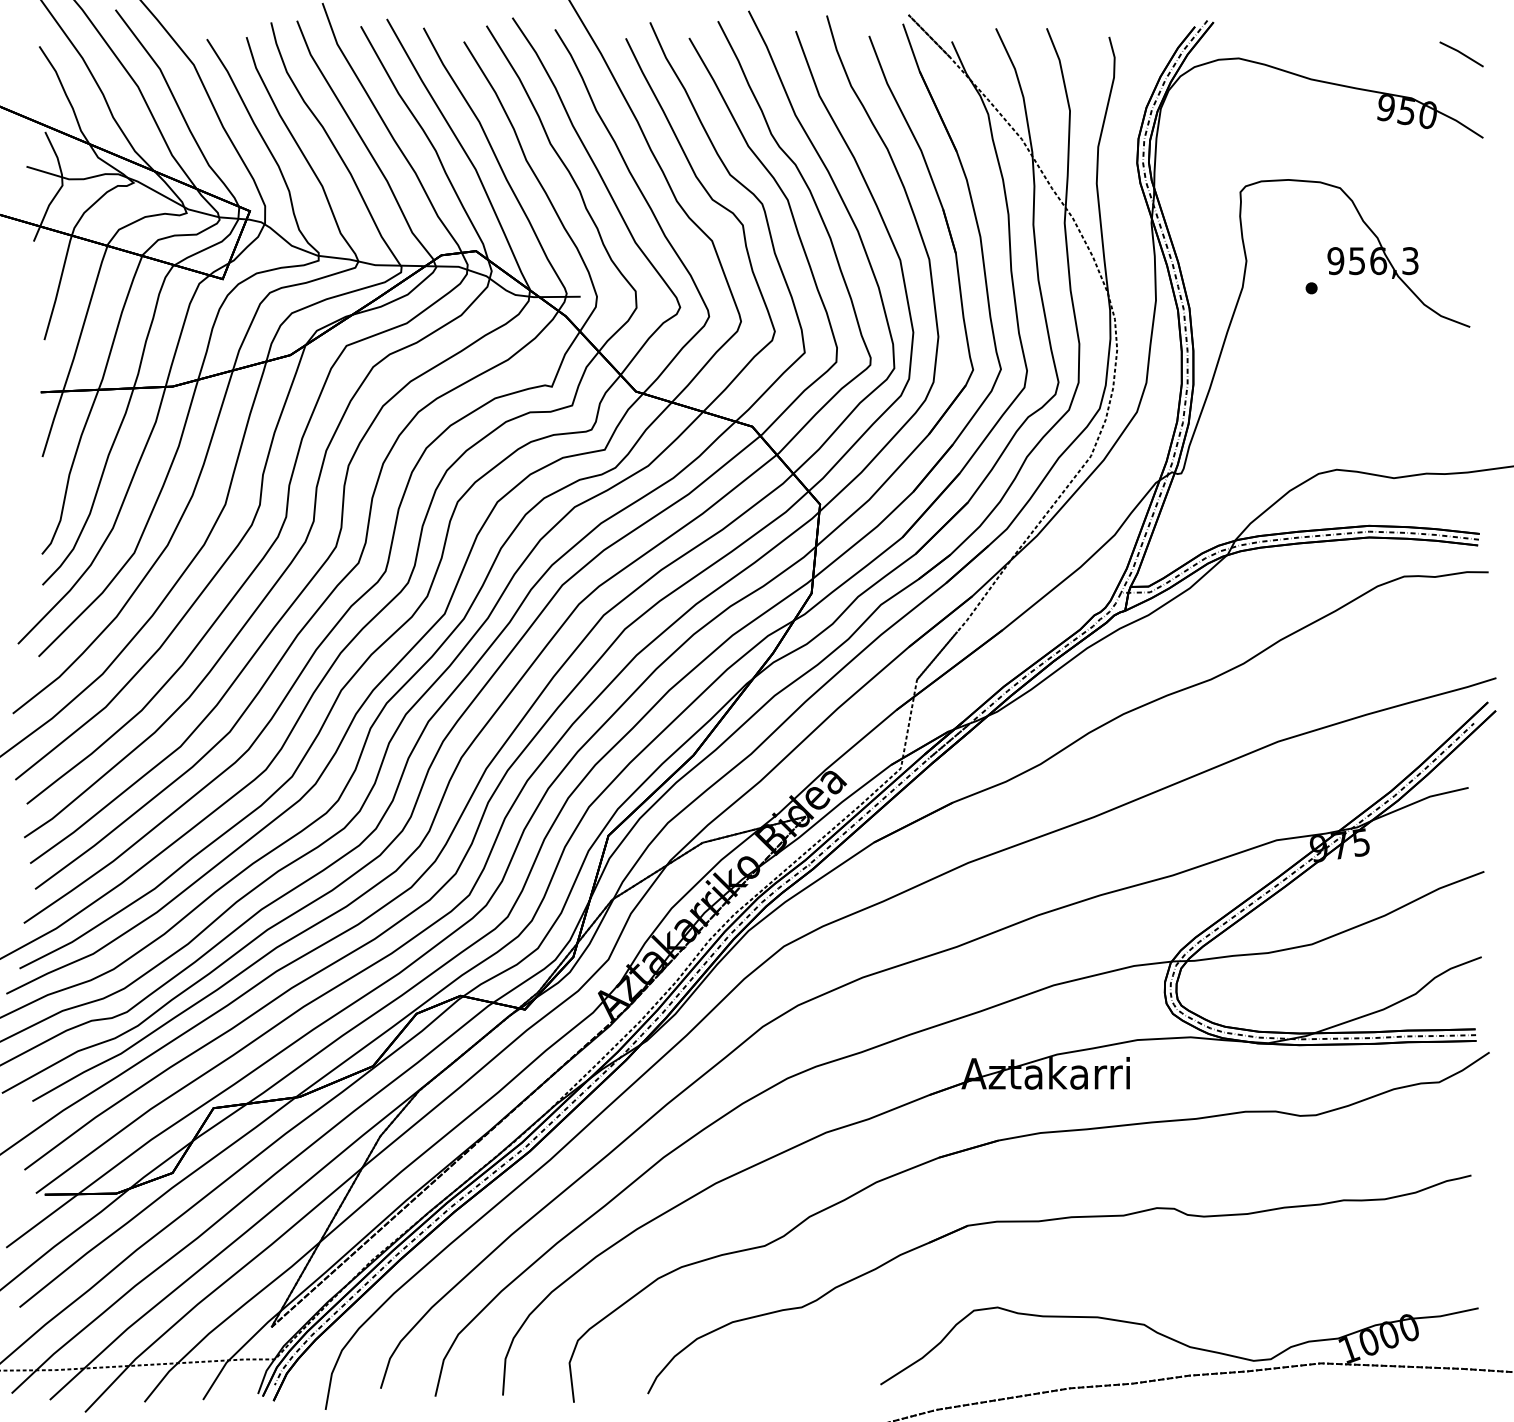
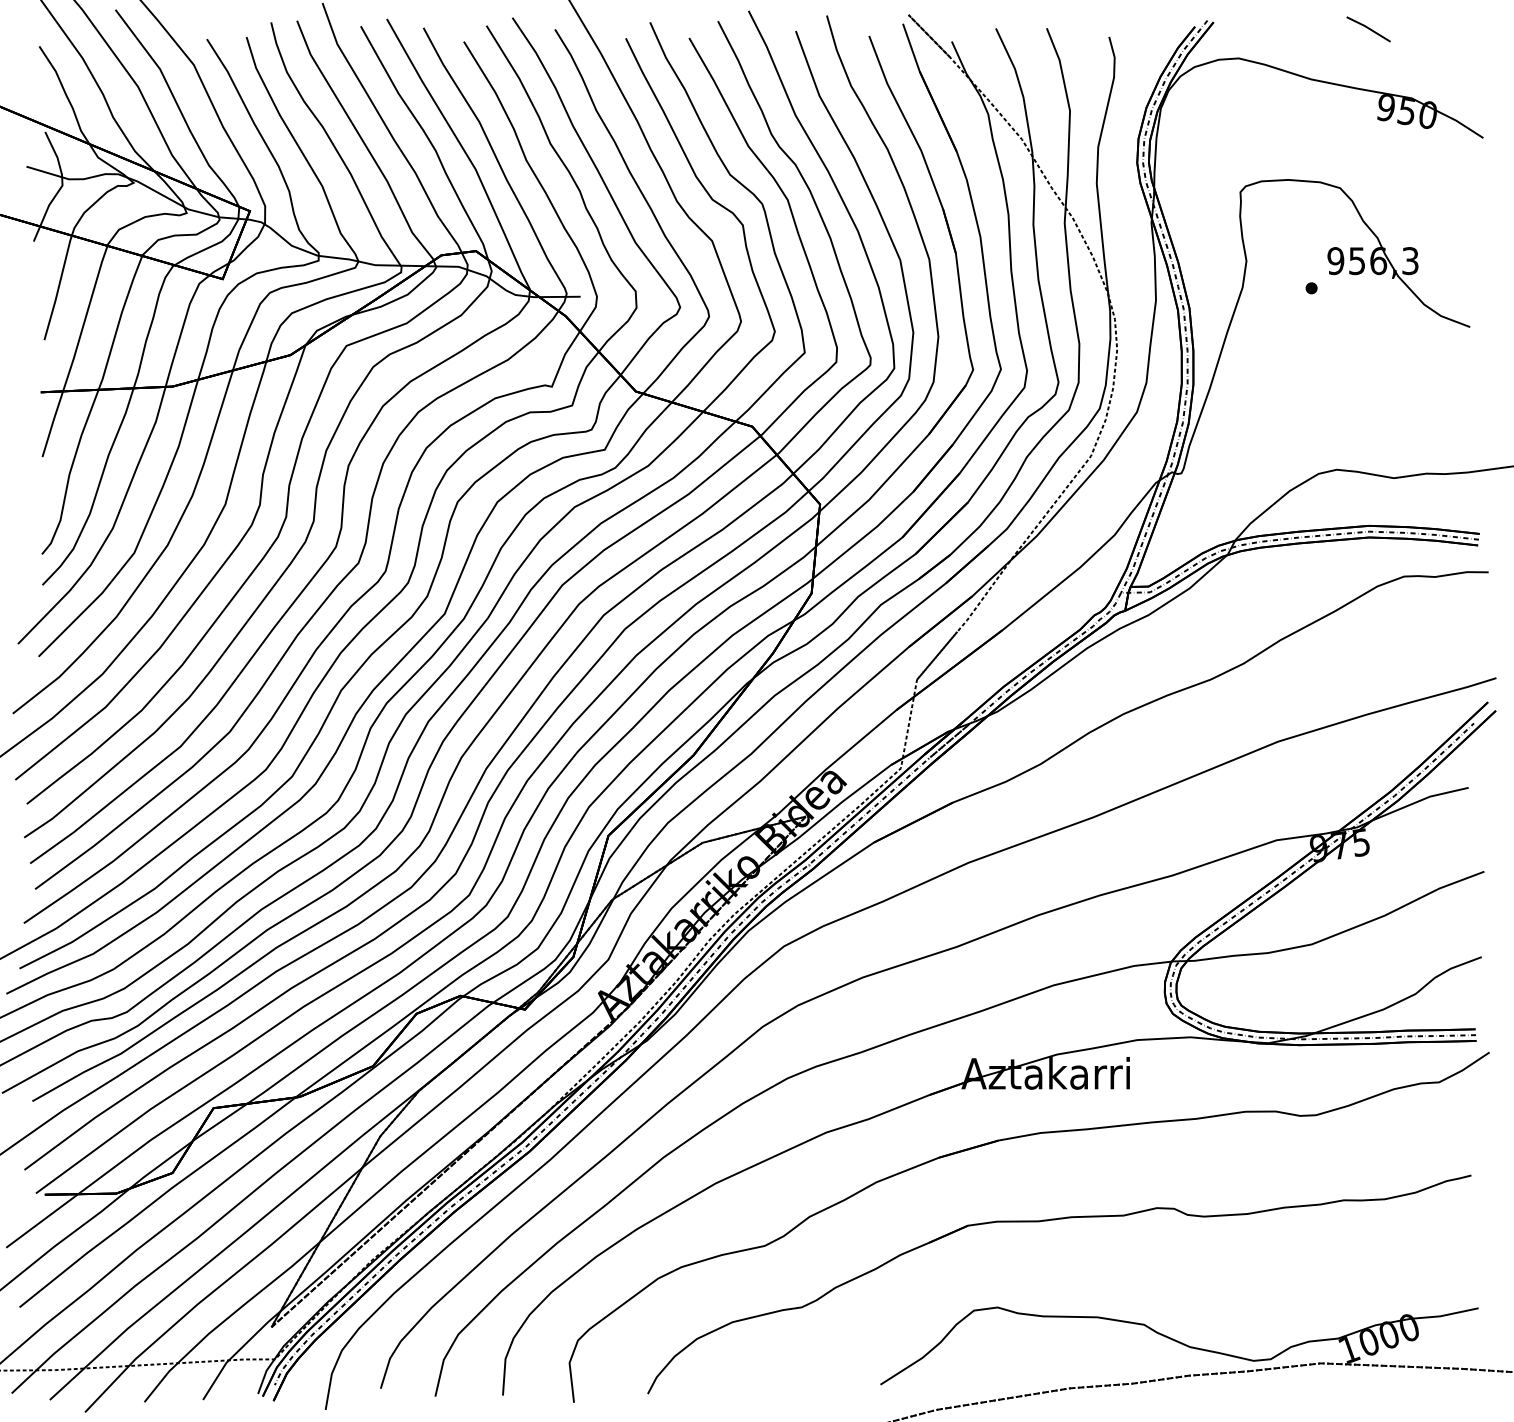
line at (1461, 54) position: (1461, 54) -> (1368, 29)
